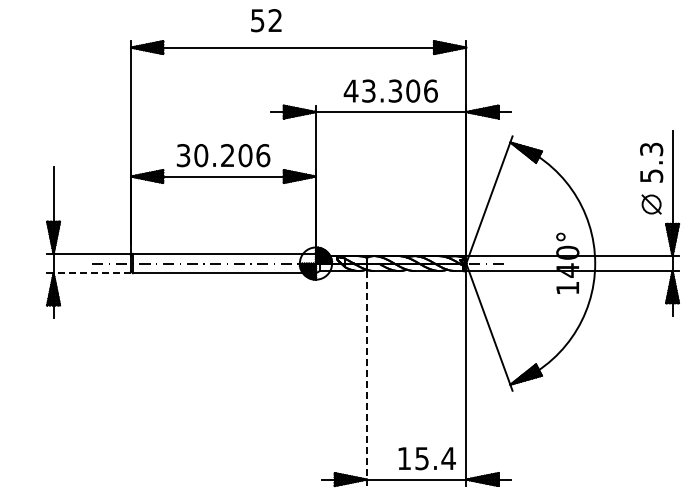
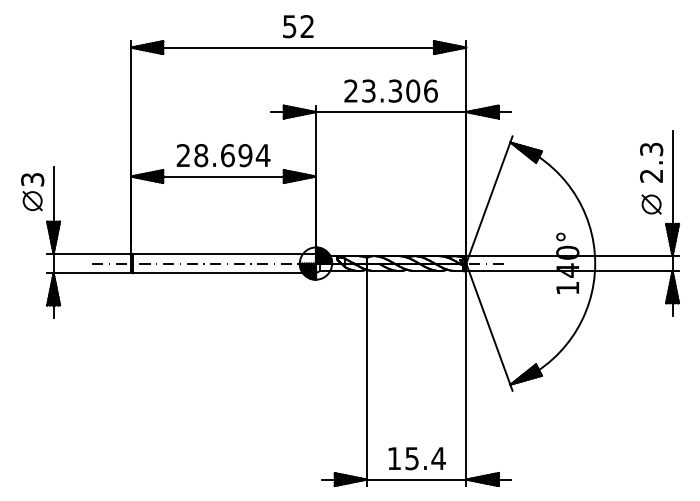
text at (266, 20) position: (266, 20) -> (298, 26)
text at (350, 90): 43.306 -> 23.306
text at (223, 155): 30.206 -> 28.694
text at (651, 175): 5.3 -> 2.3
part at (32, 192): none -> present
line at (92, 273): dashed -> solid
line at (366, 378): dashed -> solid
text at (426, 458) position: (426, 458) -> (416, 458)
